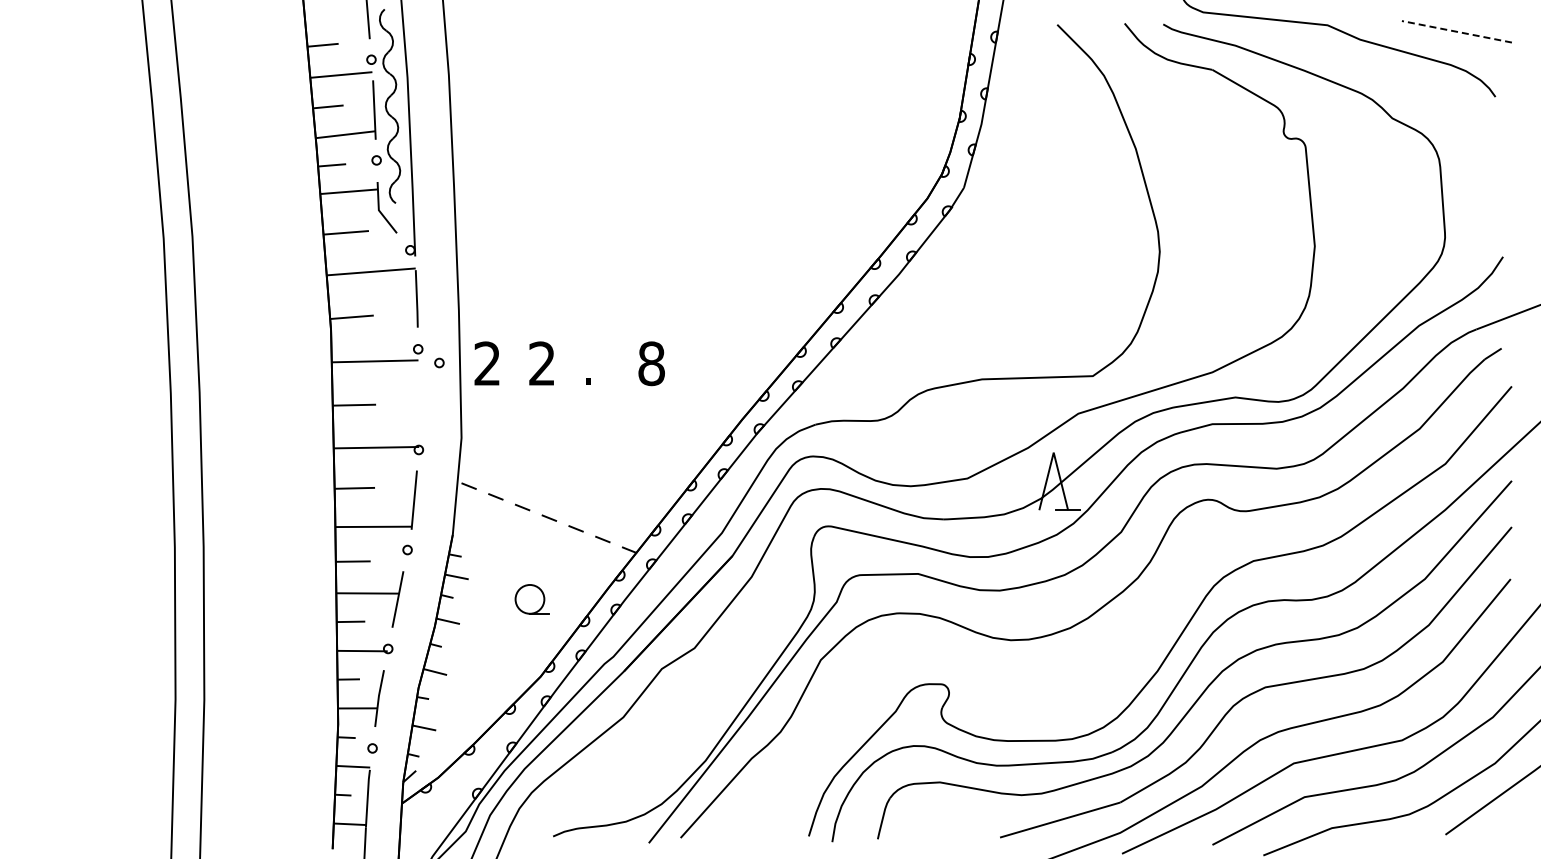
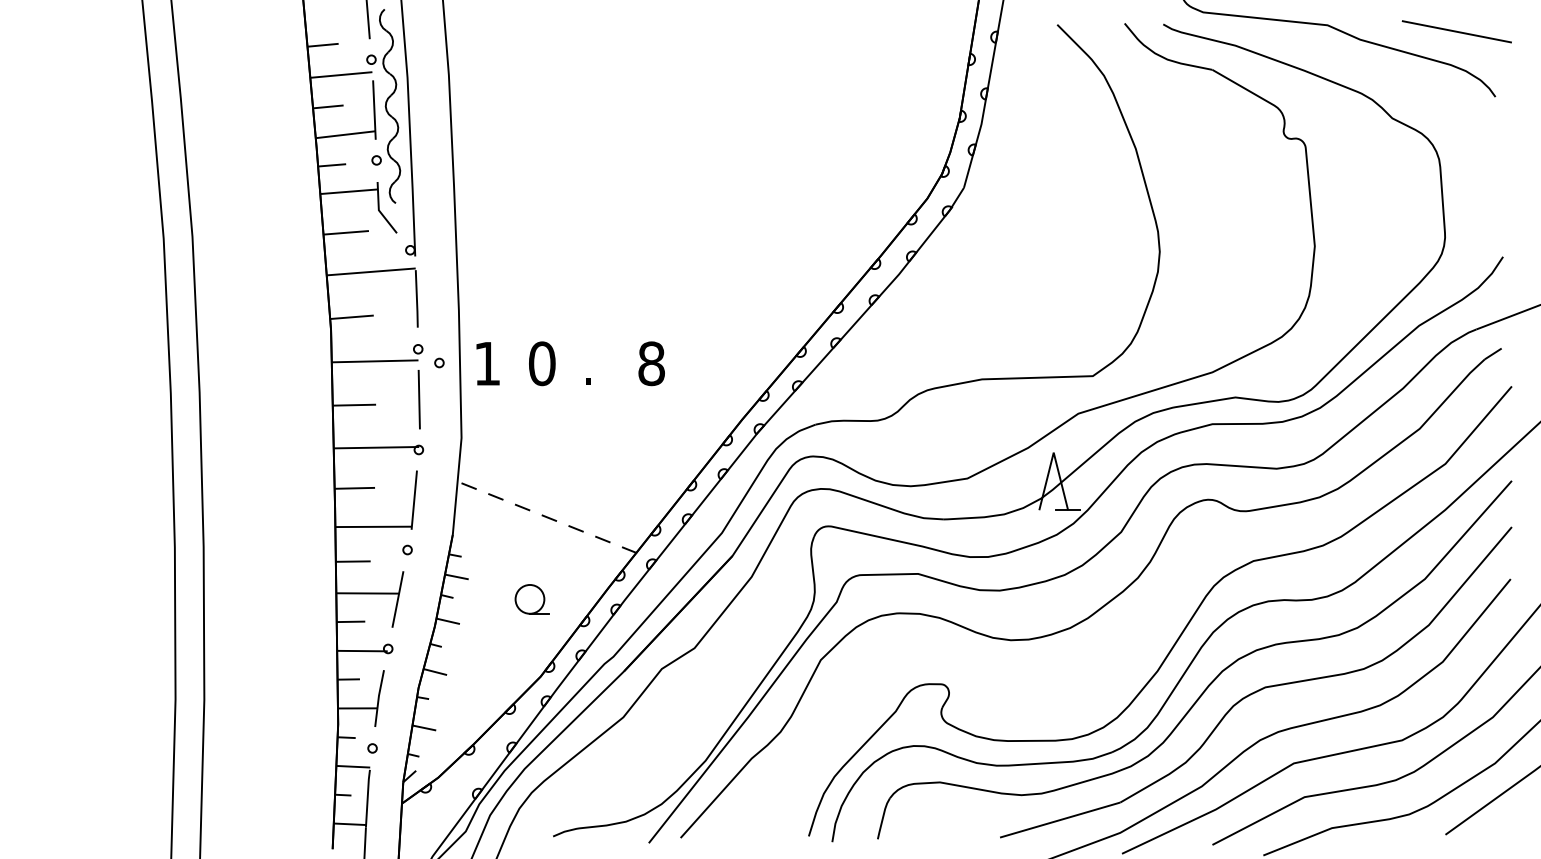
line at (1456, 31): dashed -> solid
text at (486, 363): 2 -> 1
text at (542, 363): 2 -> 0
line at (418, 399): none -> present
